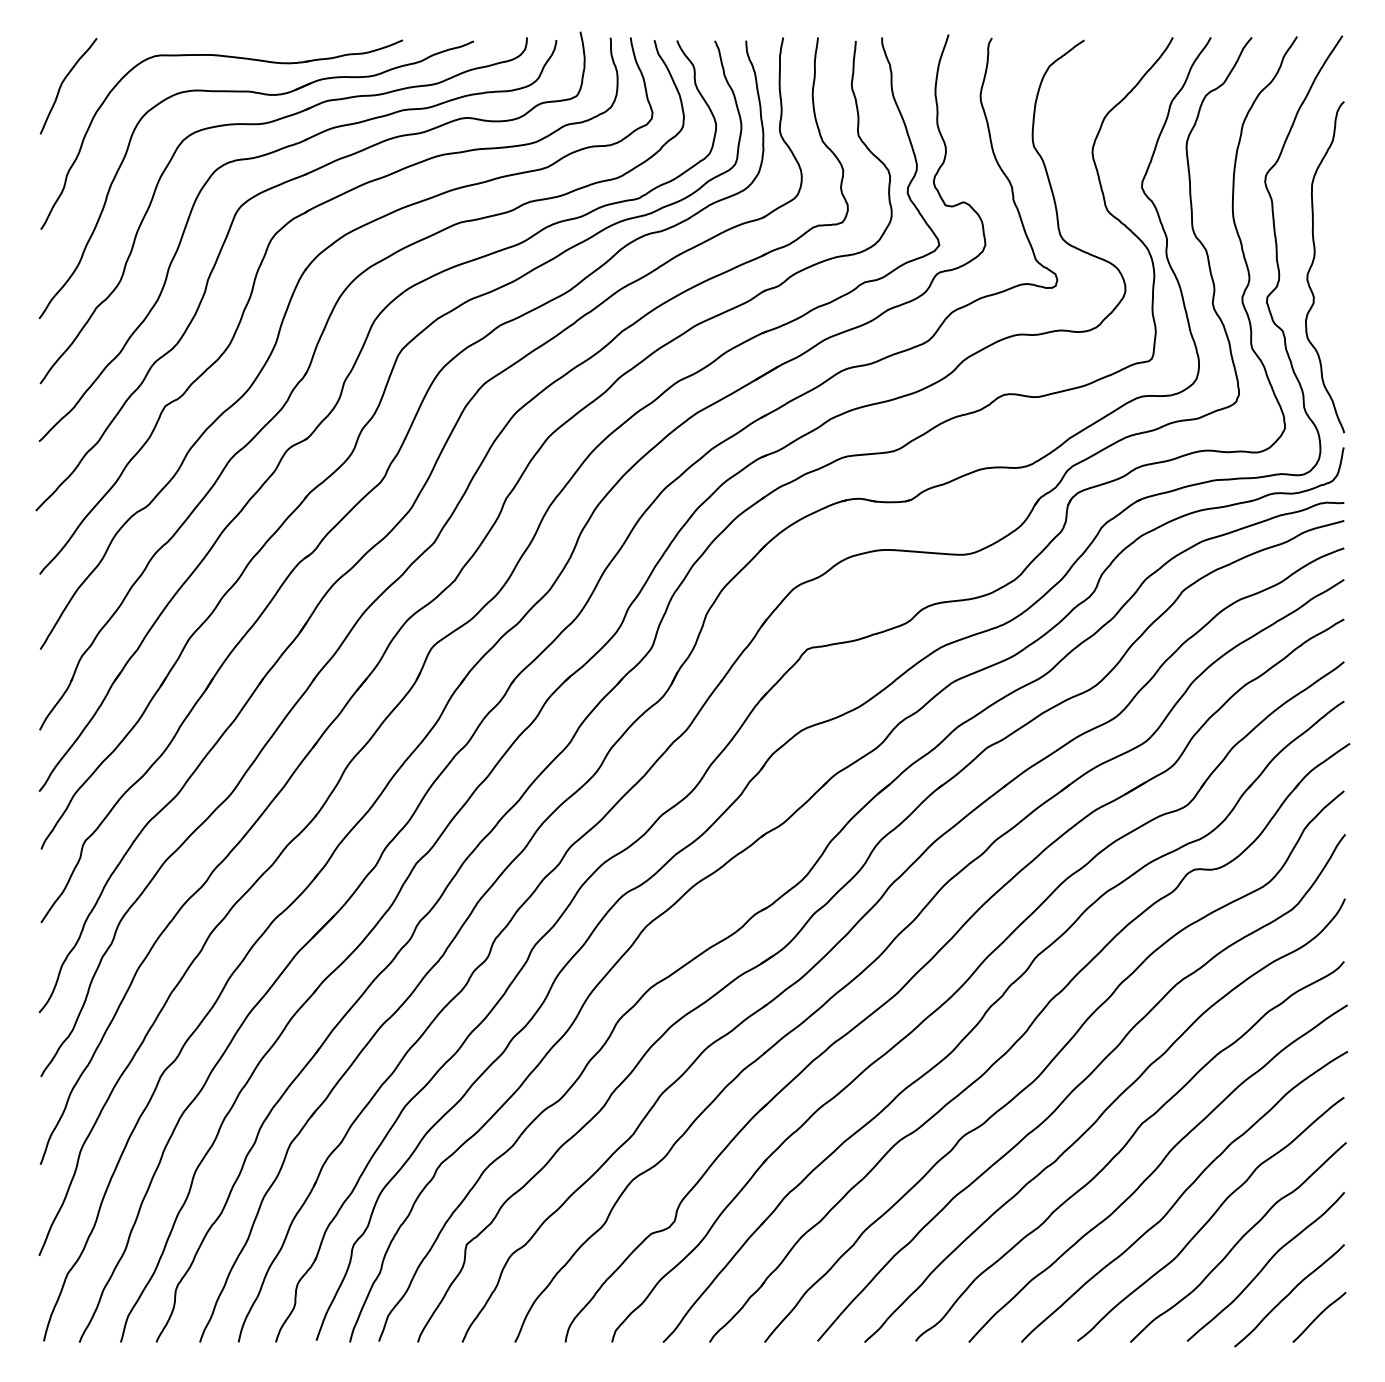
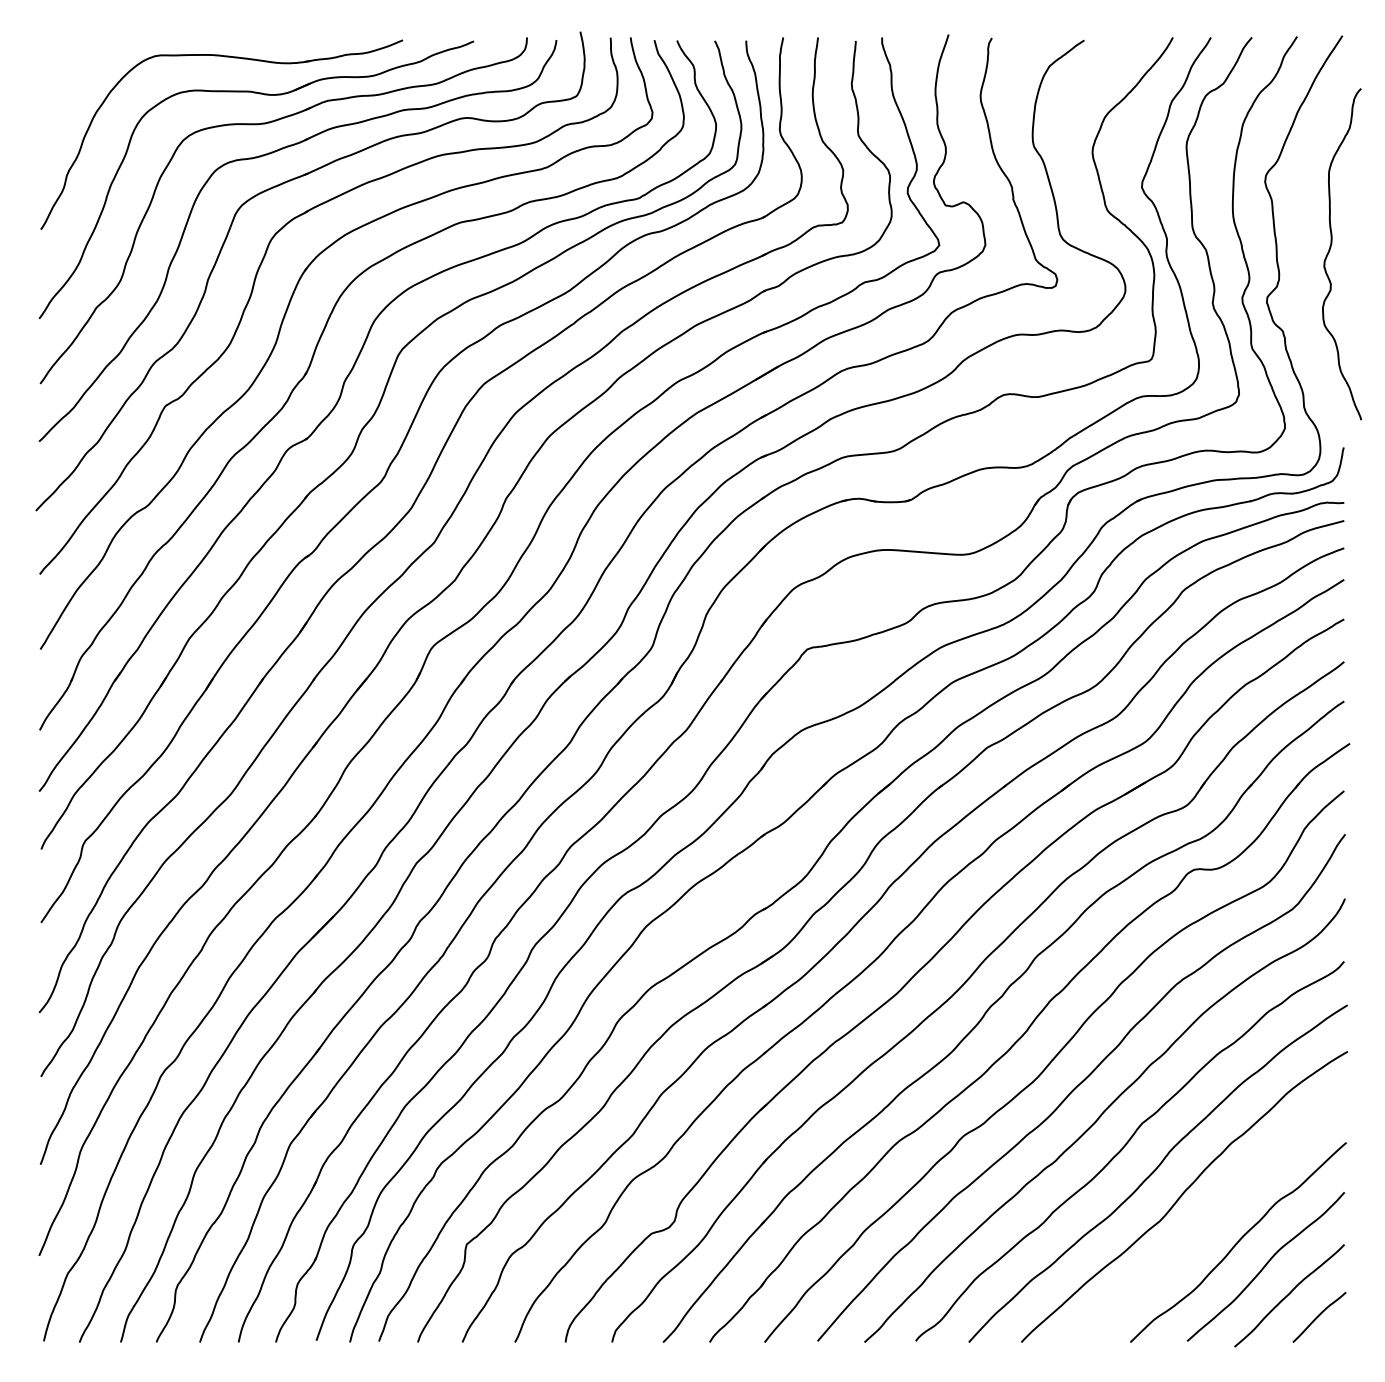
curve at (62, 84): present -> none
curve at (1313, 263) position: (1313, 263) -> (1330, 250)
curve at (1210, 1219): present -> none
